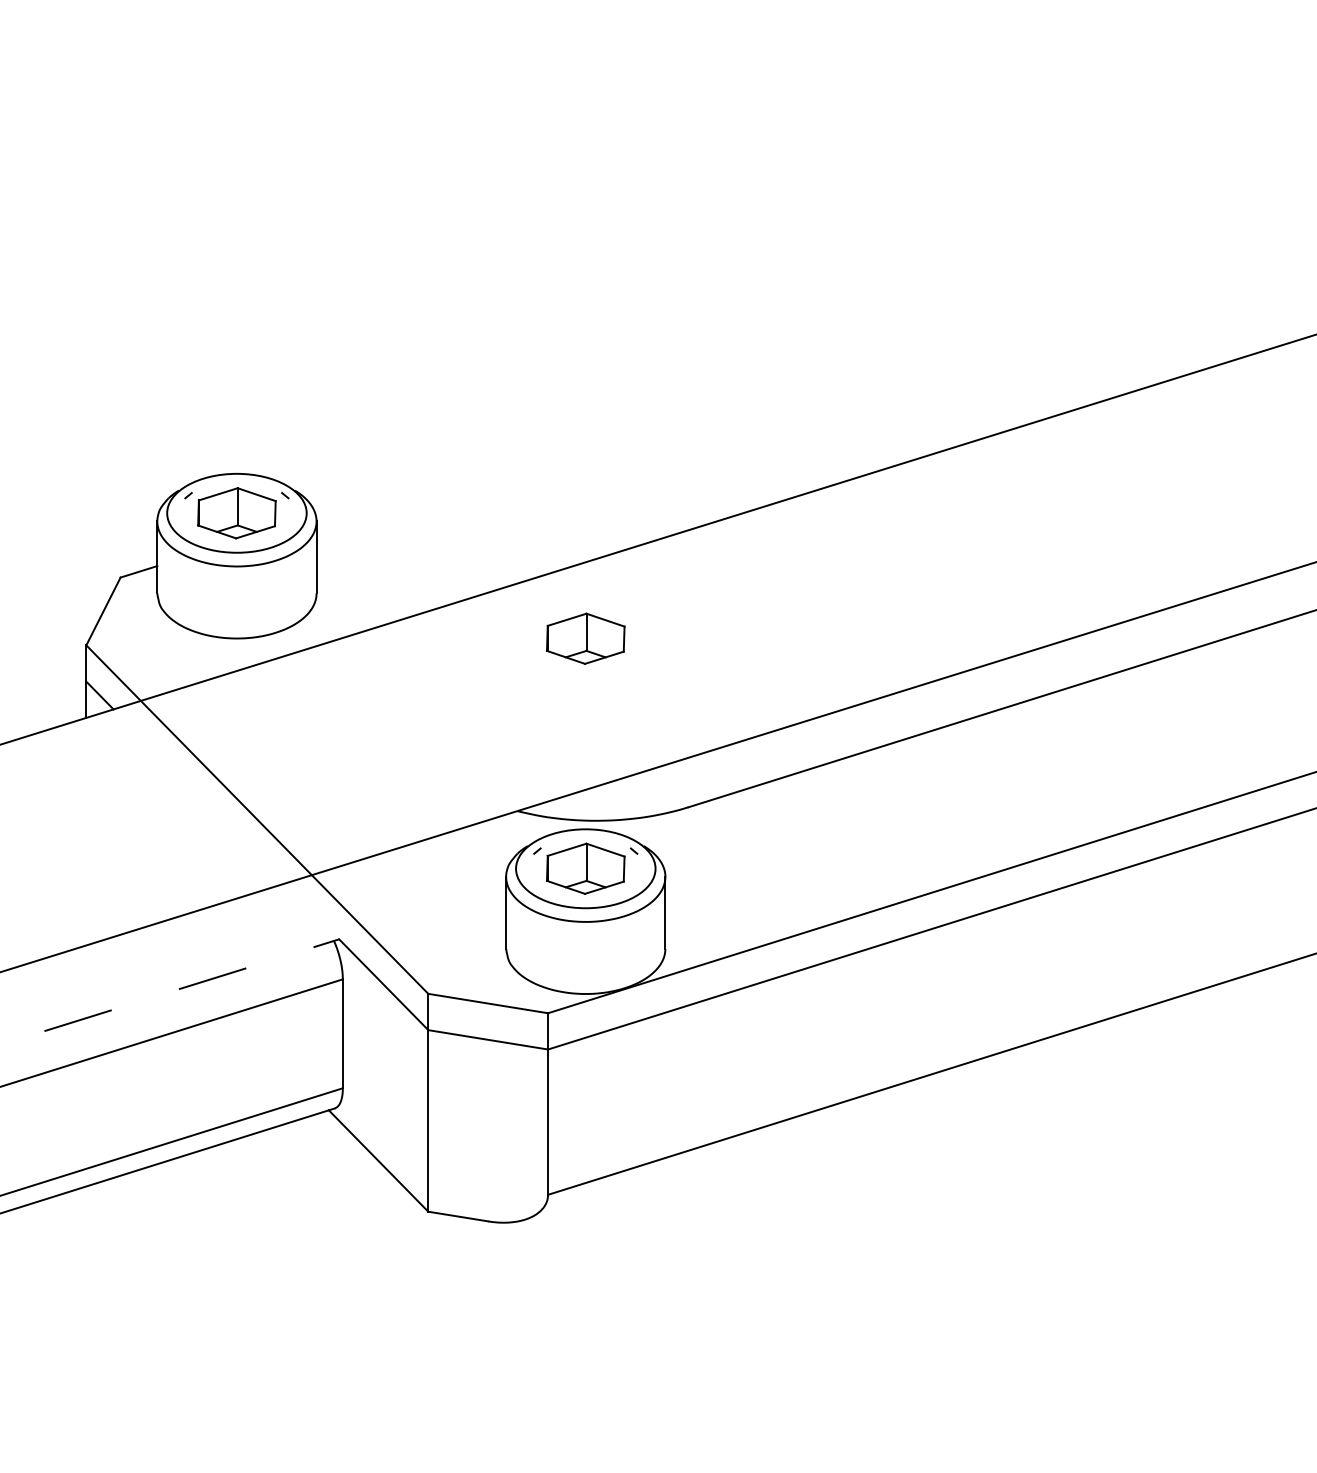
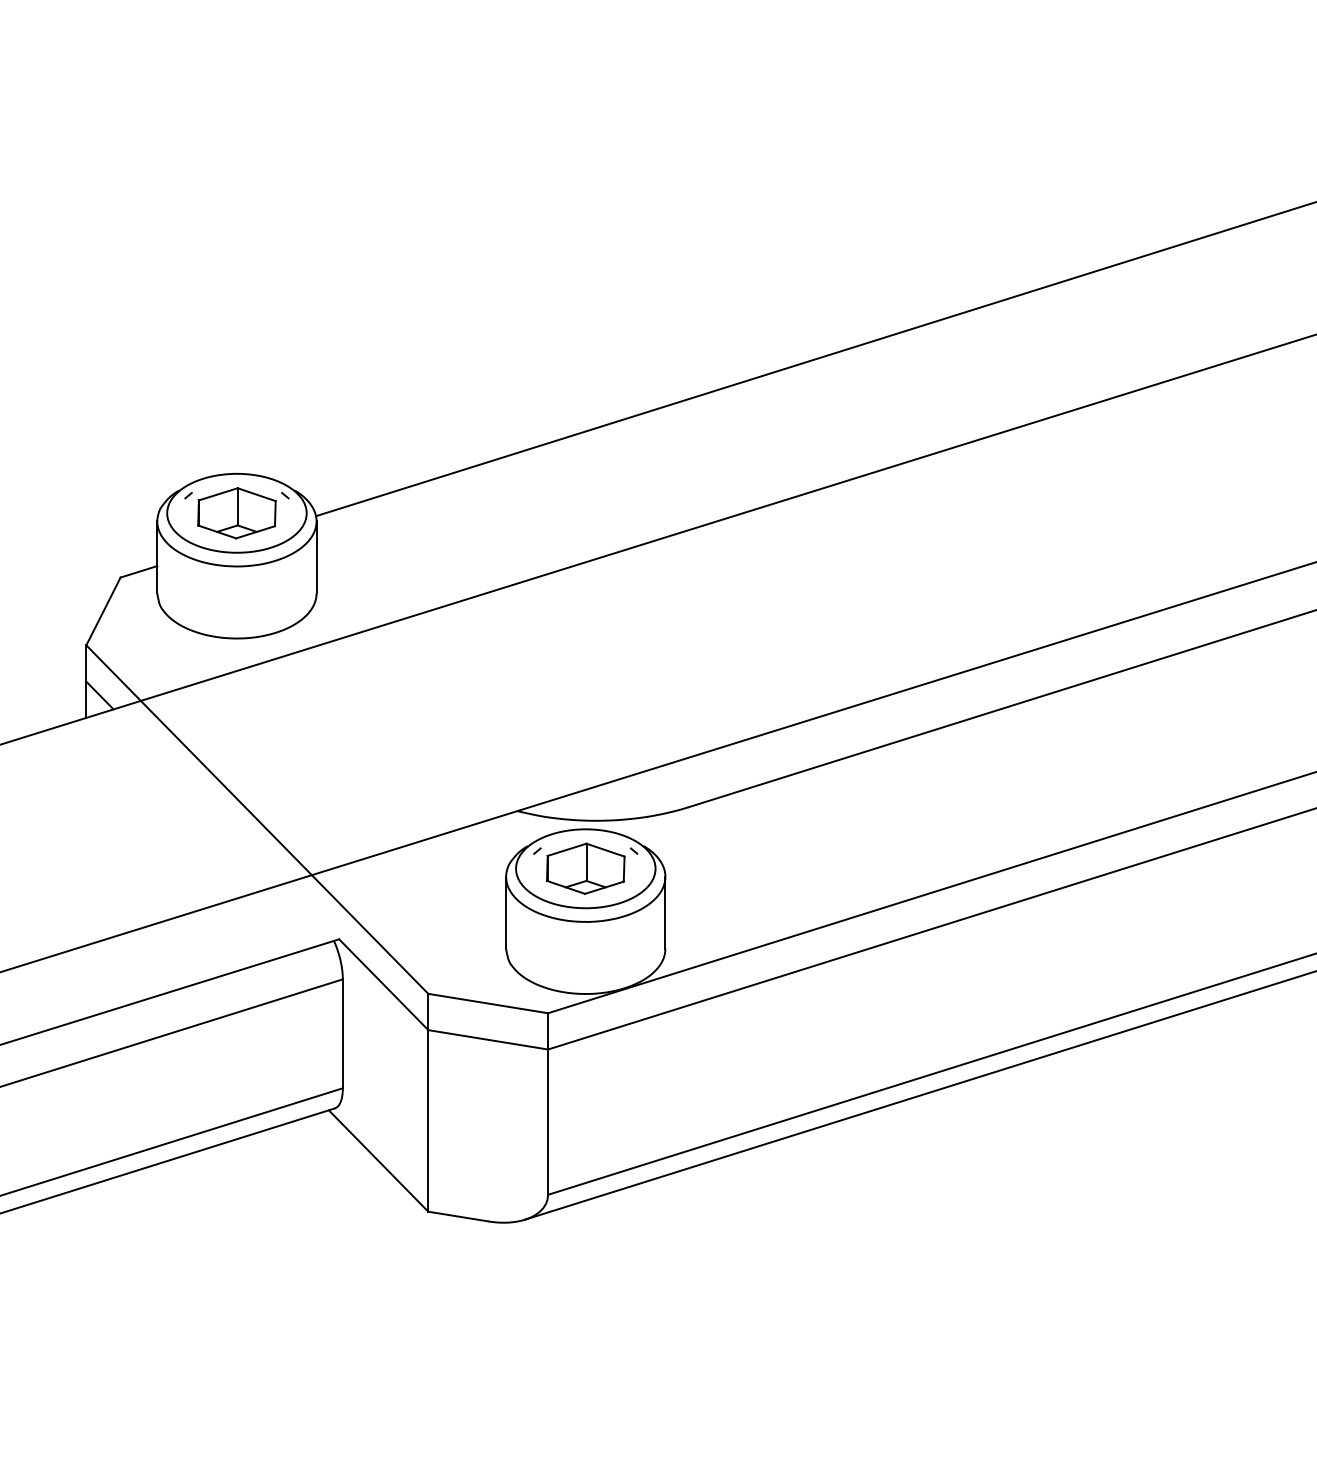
line at (814, 359): none -> present
part at (585, 638): present -> none
line at (170, 991): dashed -> solid
line at (919, 1095): none -> present
